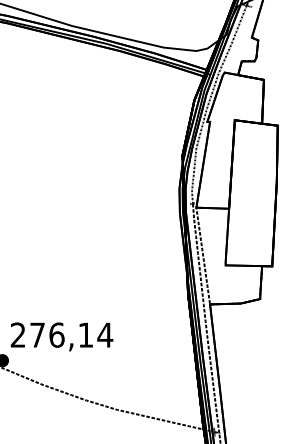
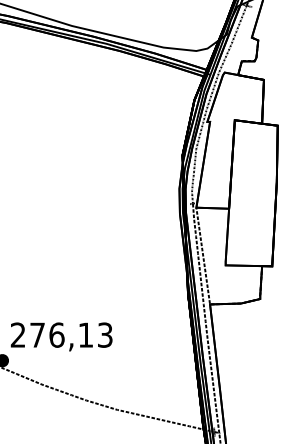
text at (105, 334): 276,14 -> 276,13
